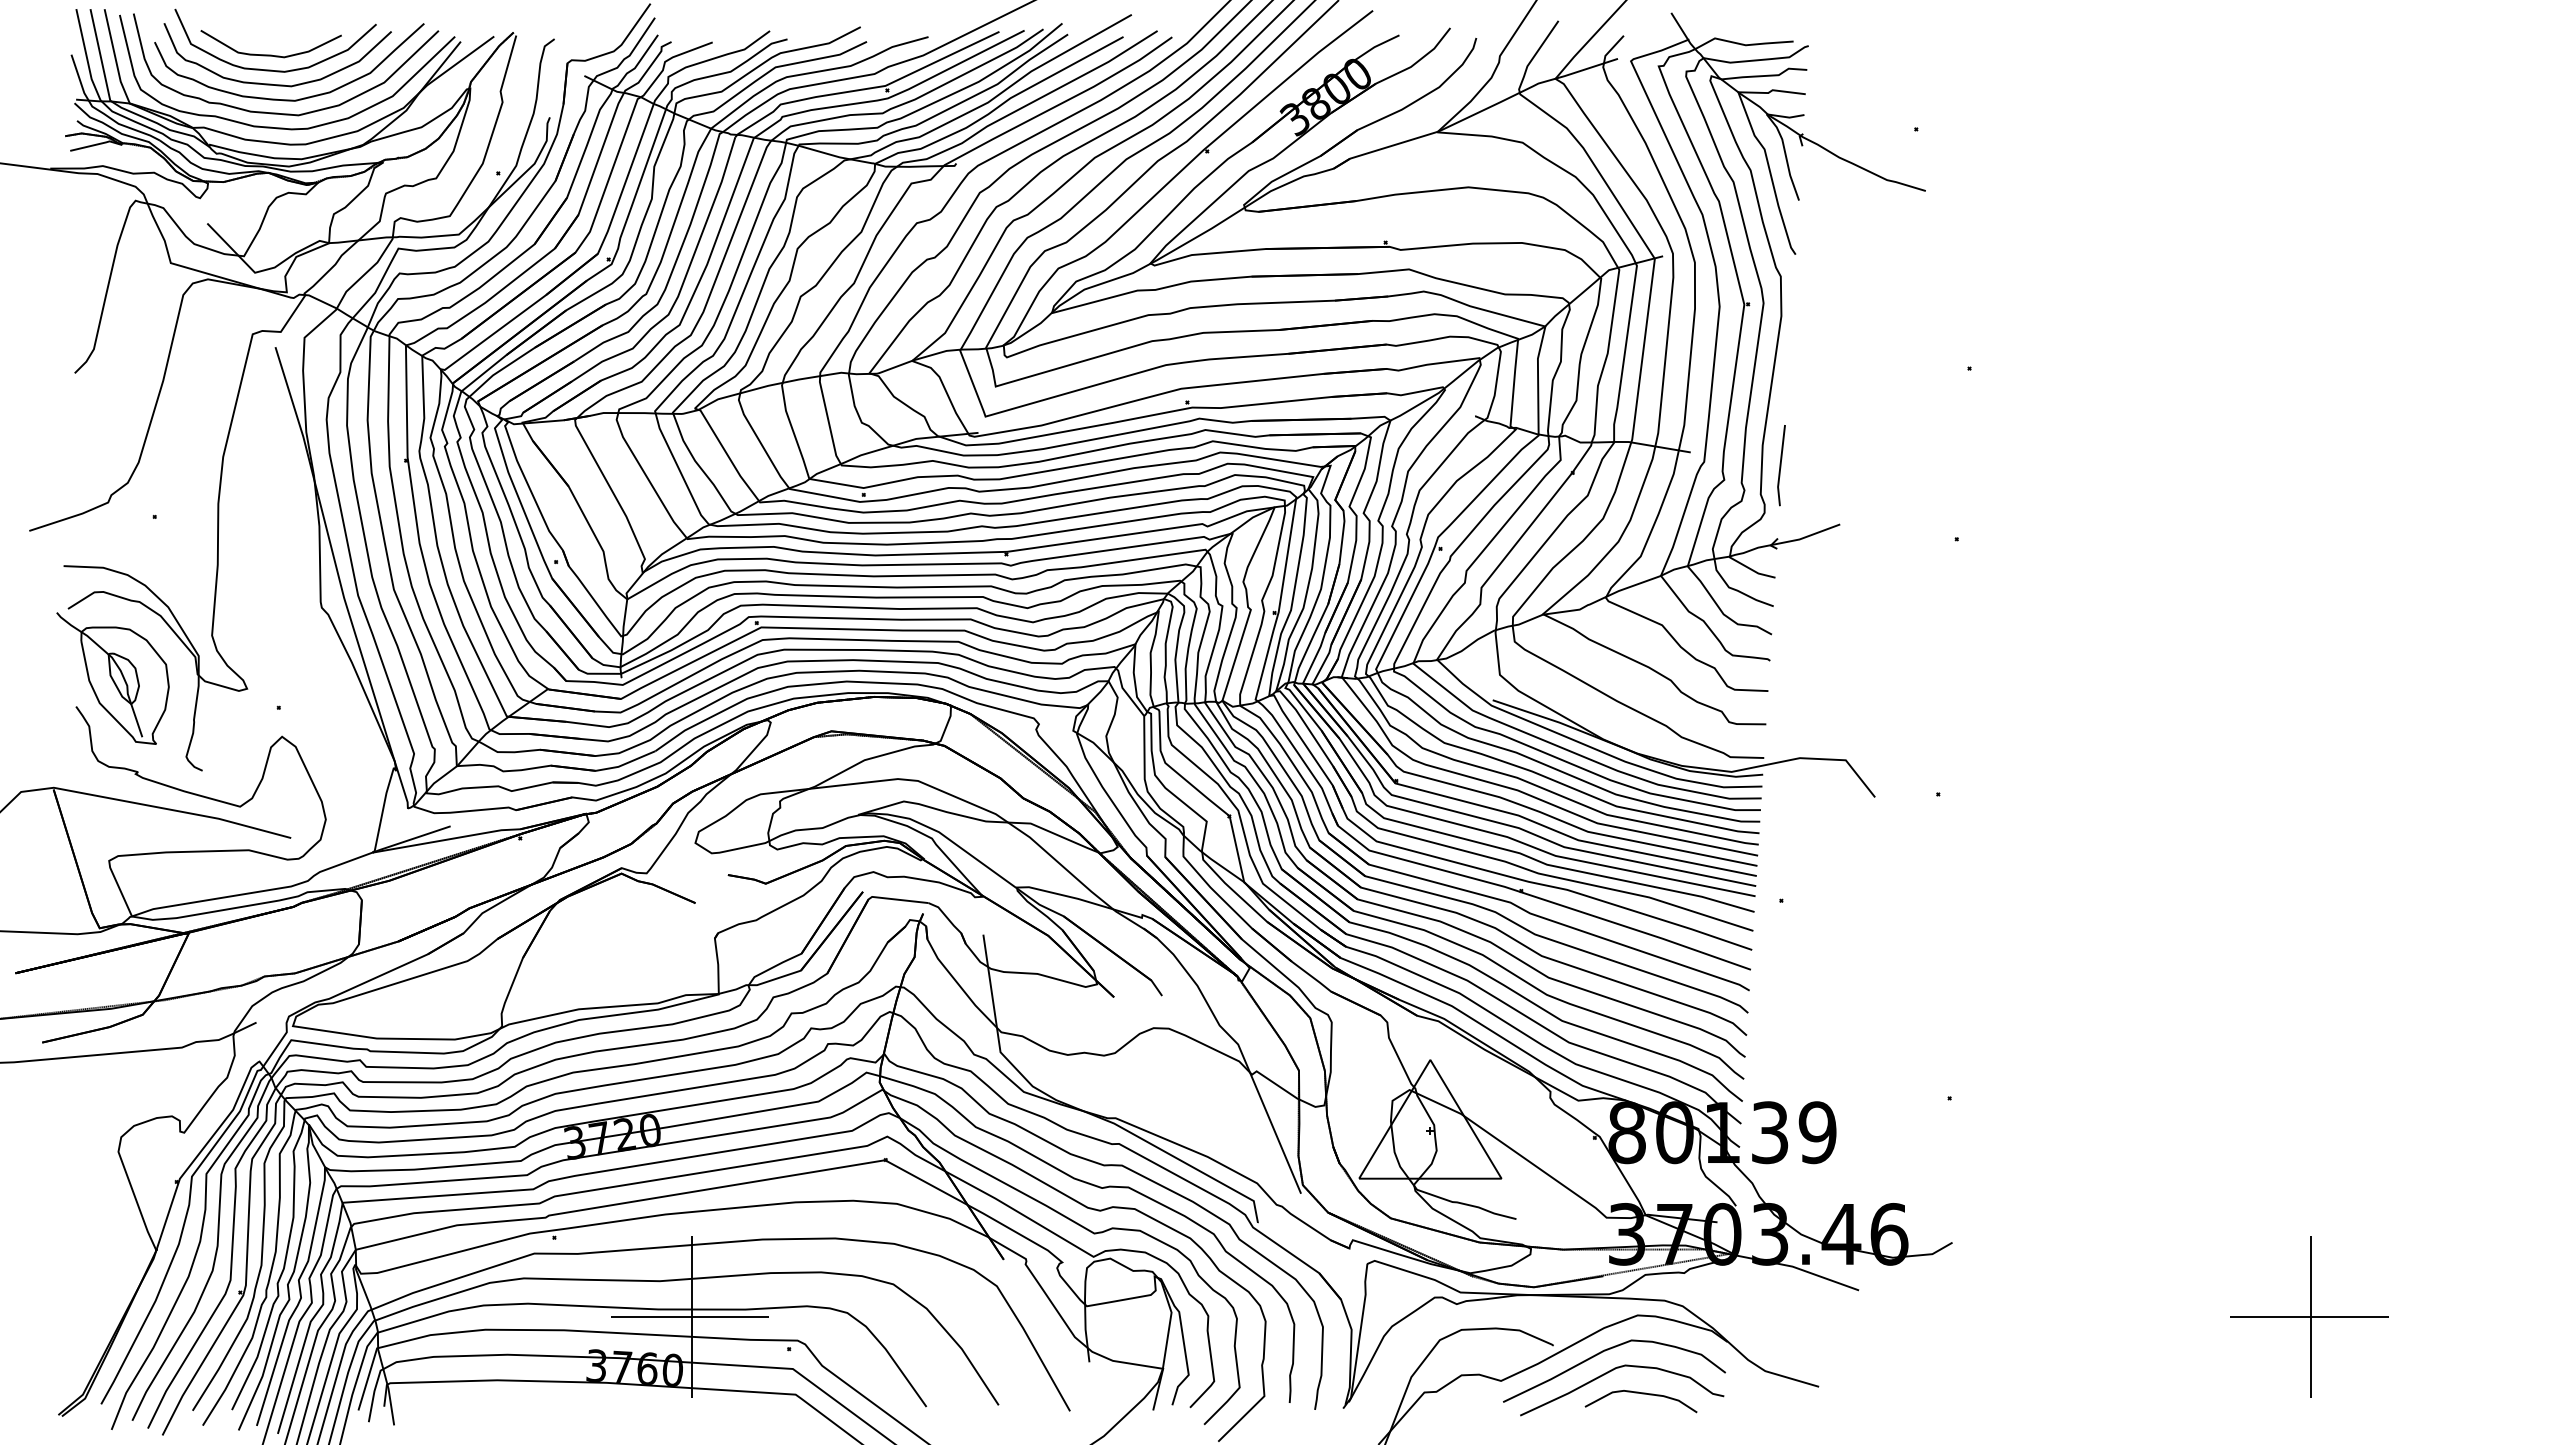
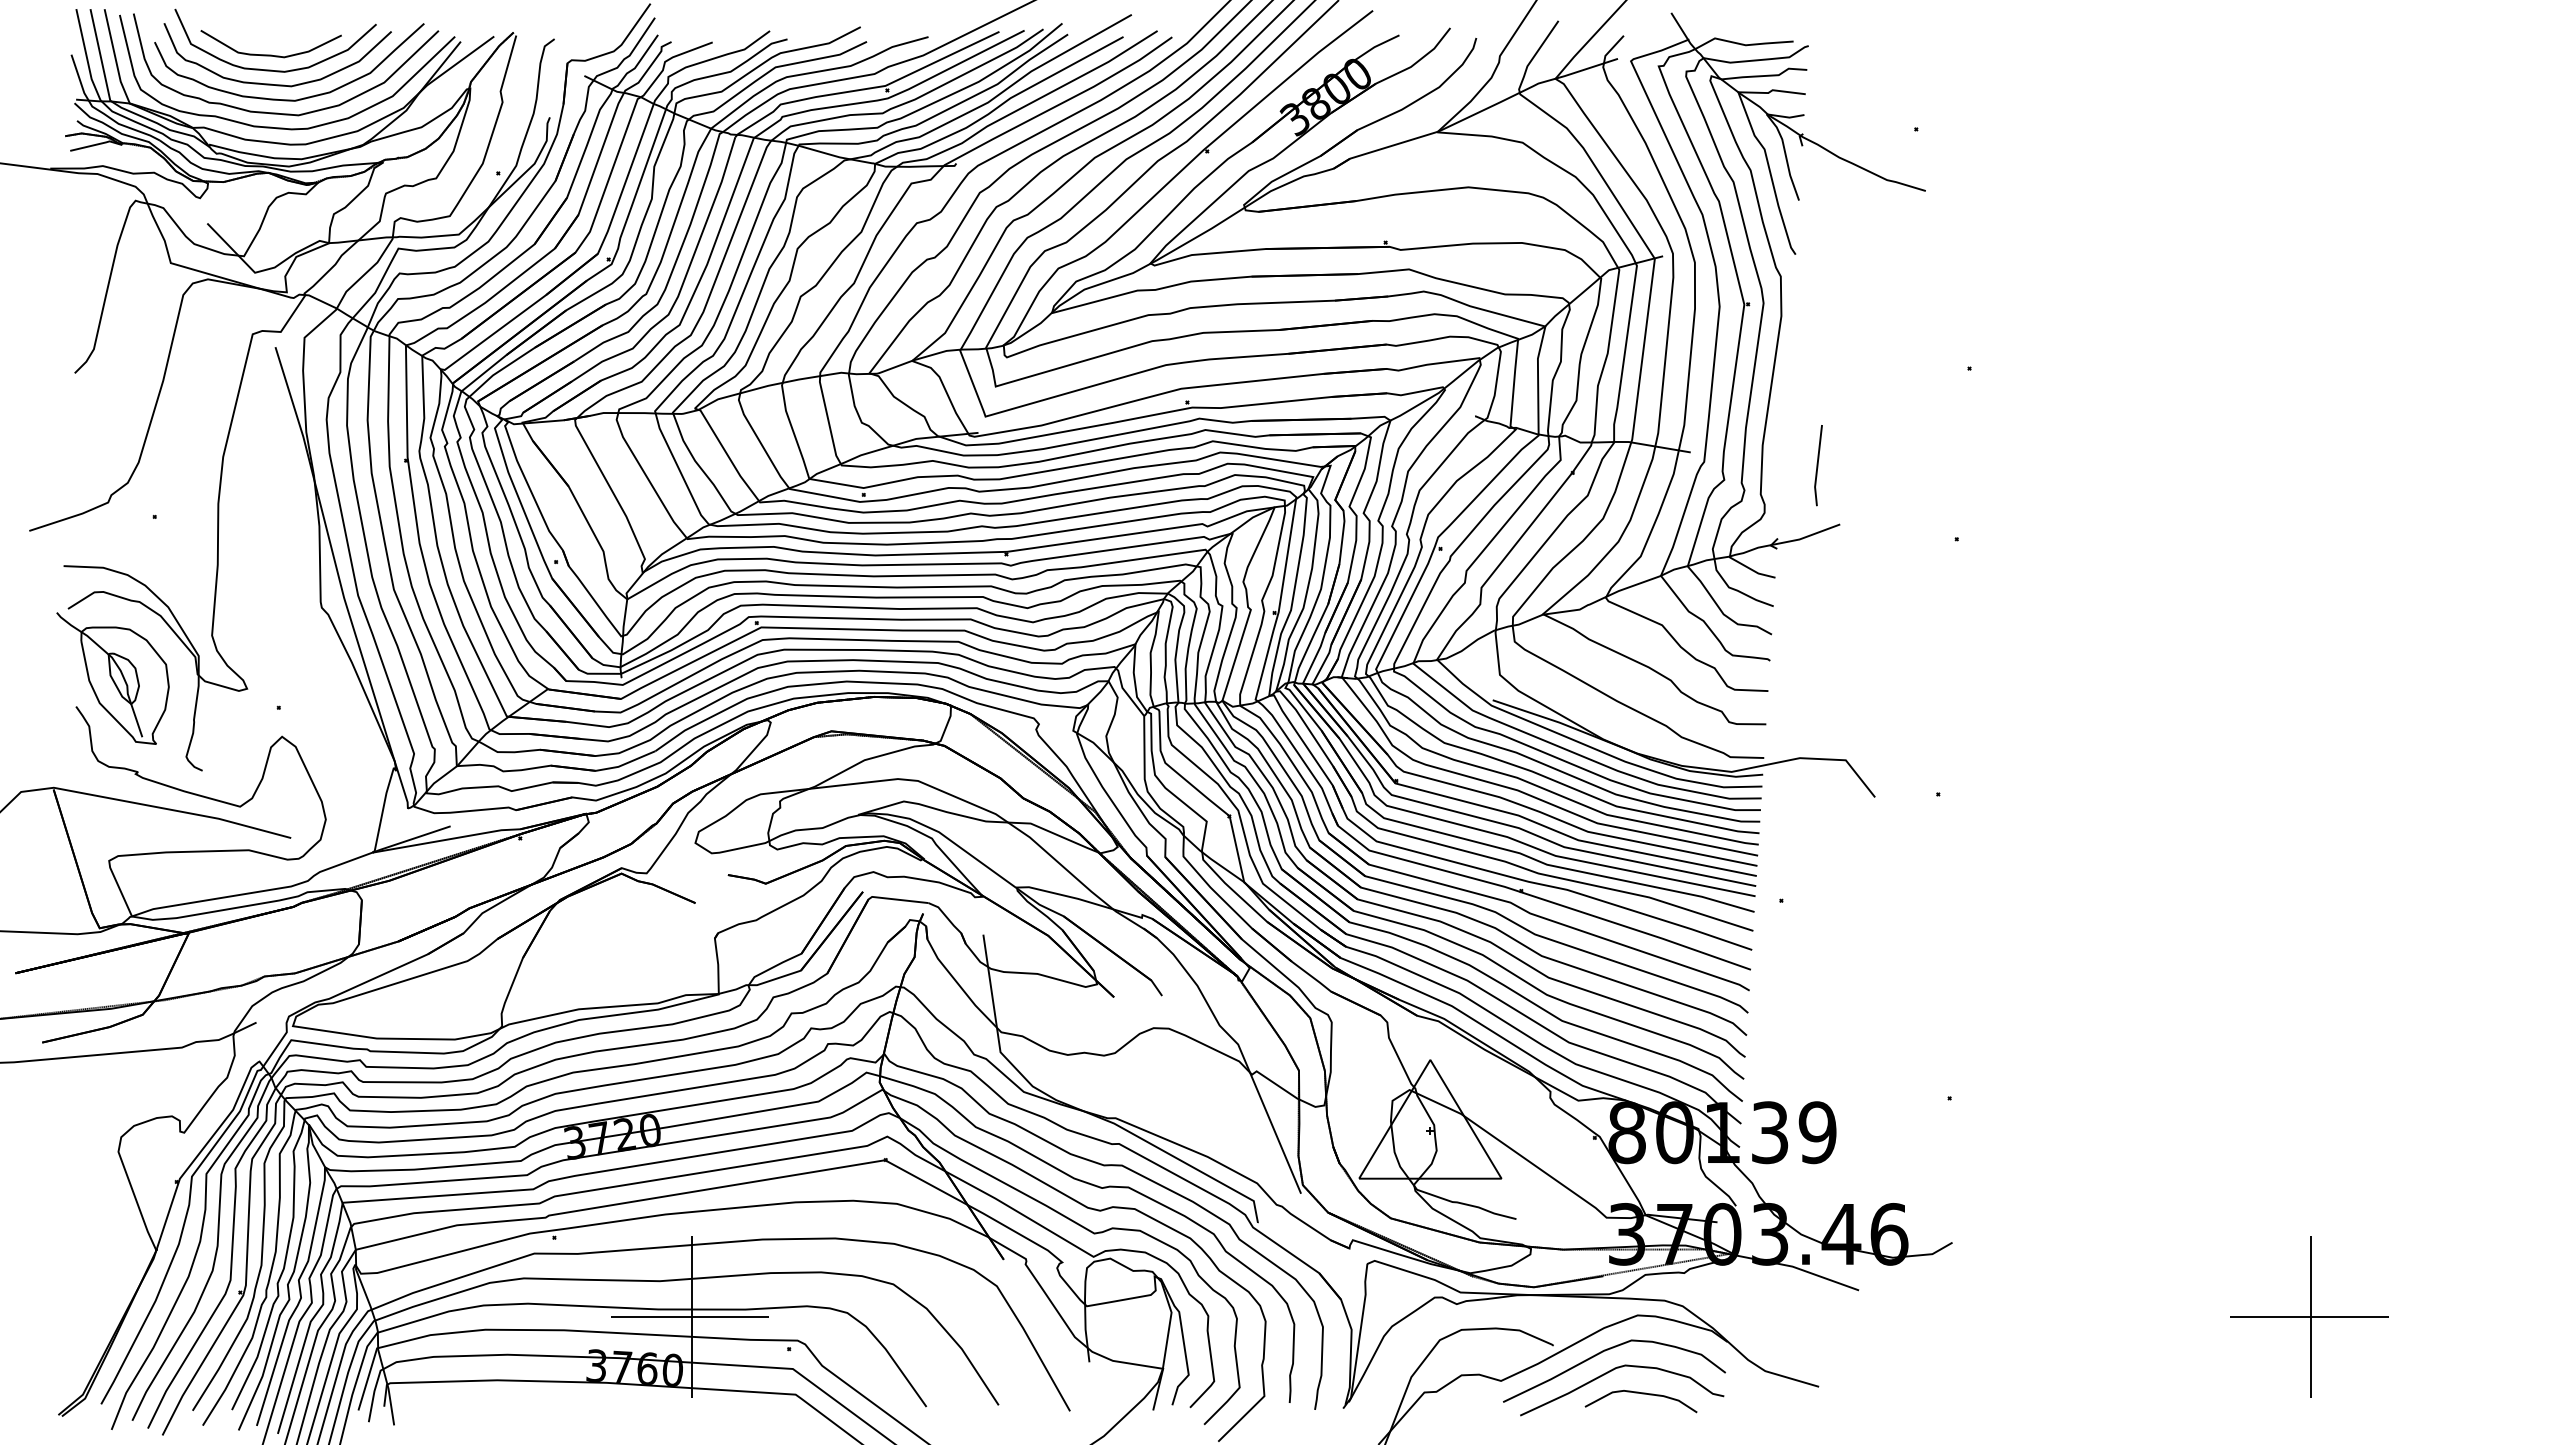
line at (1781, 465) position: (1781, 465) -> (1818, 465)
